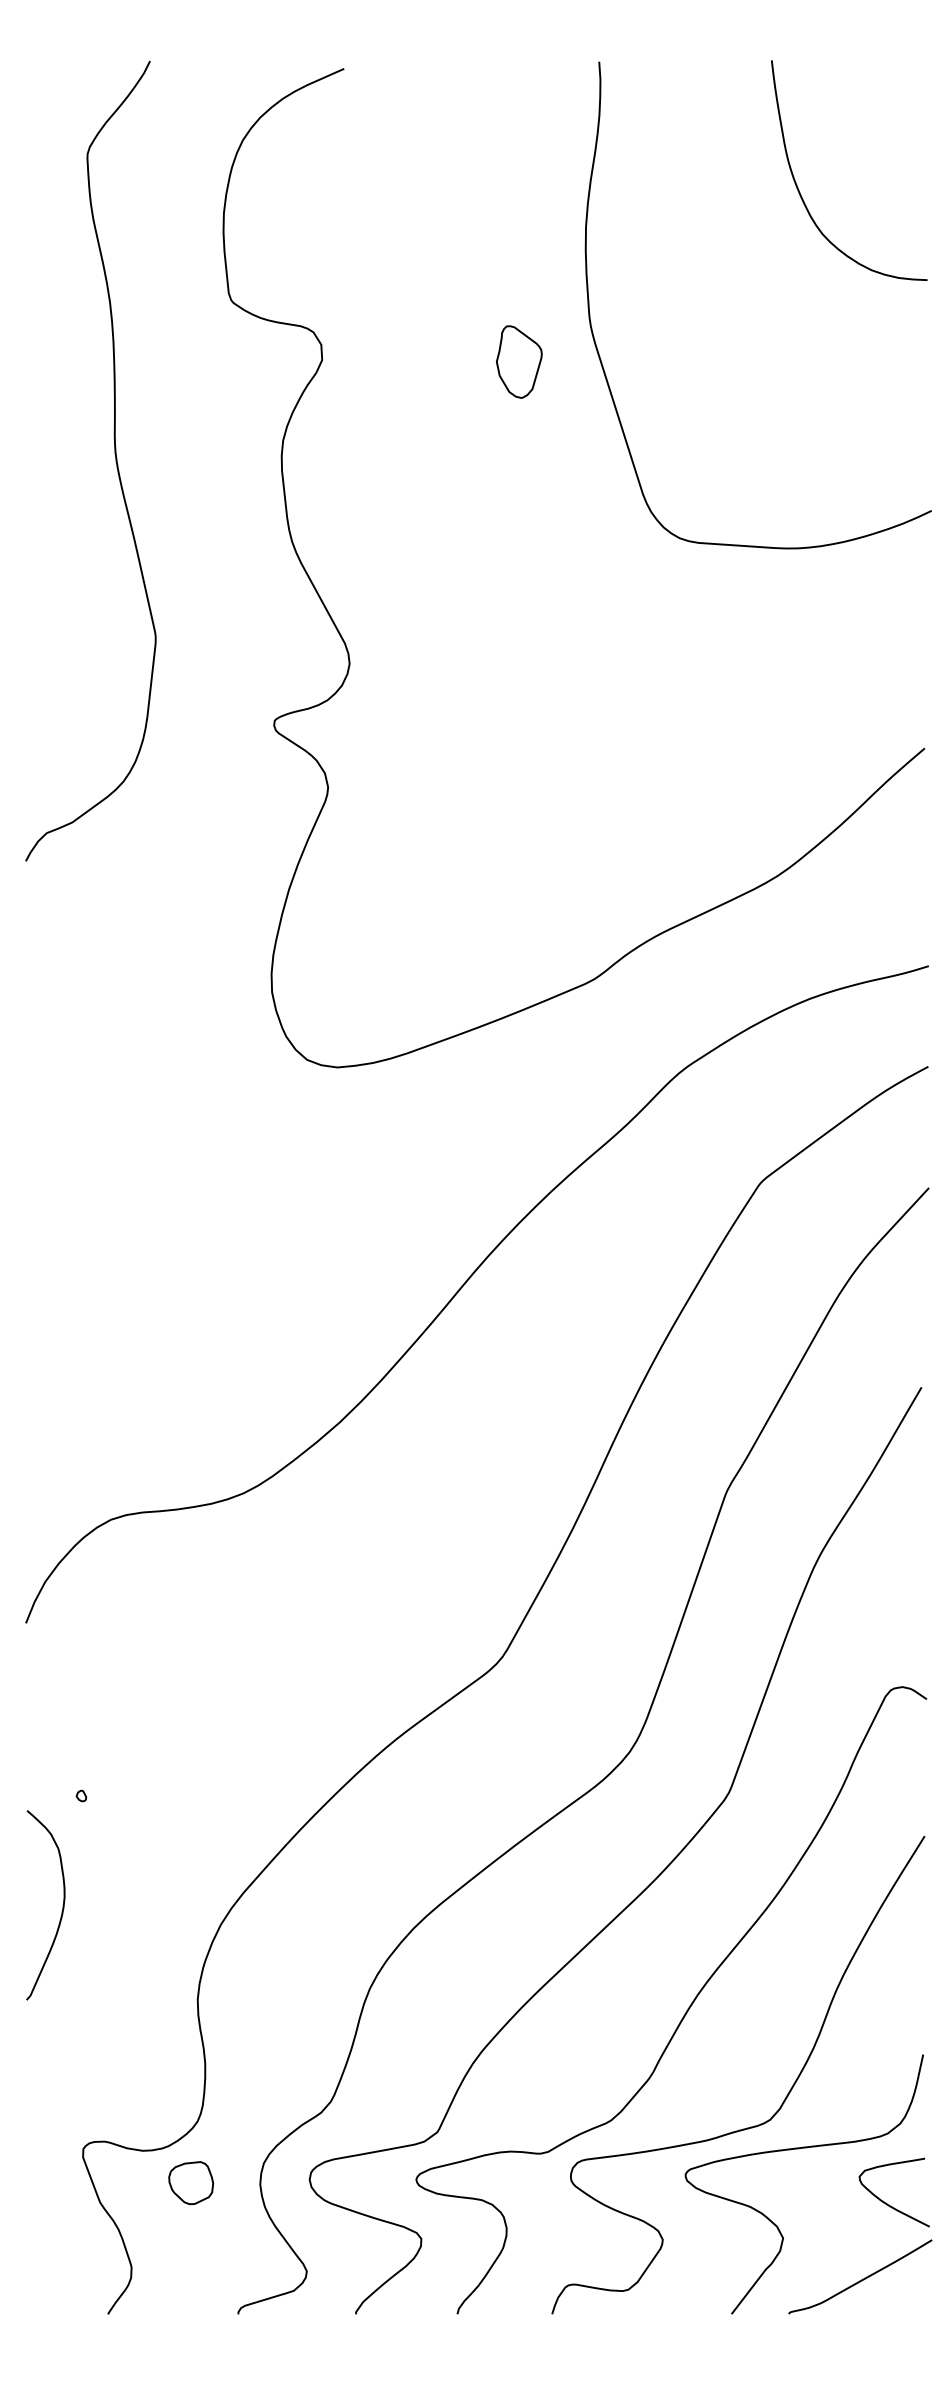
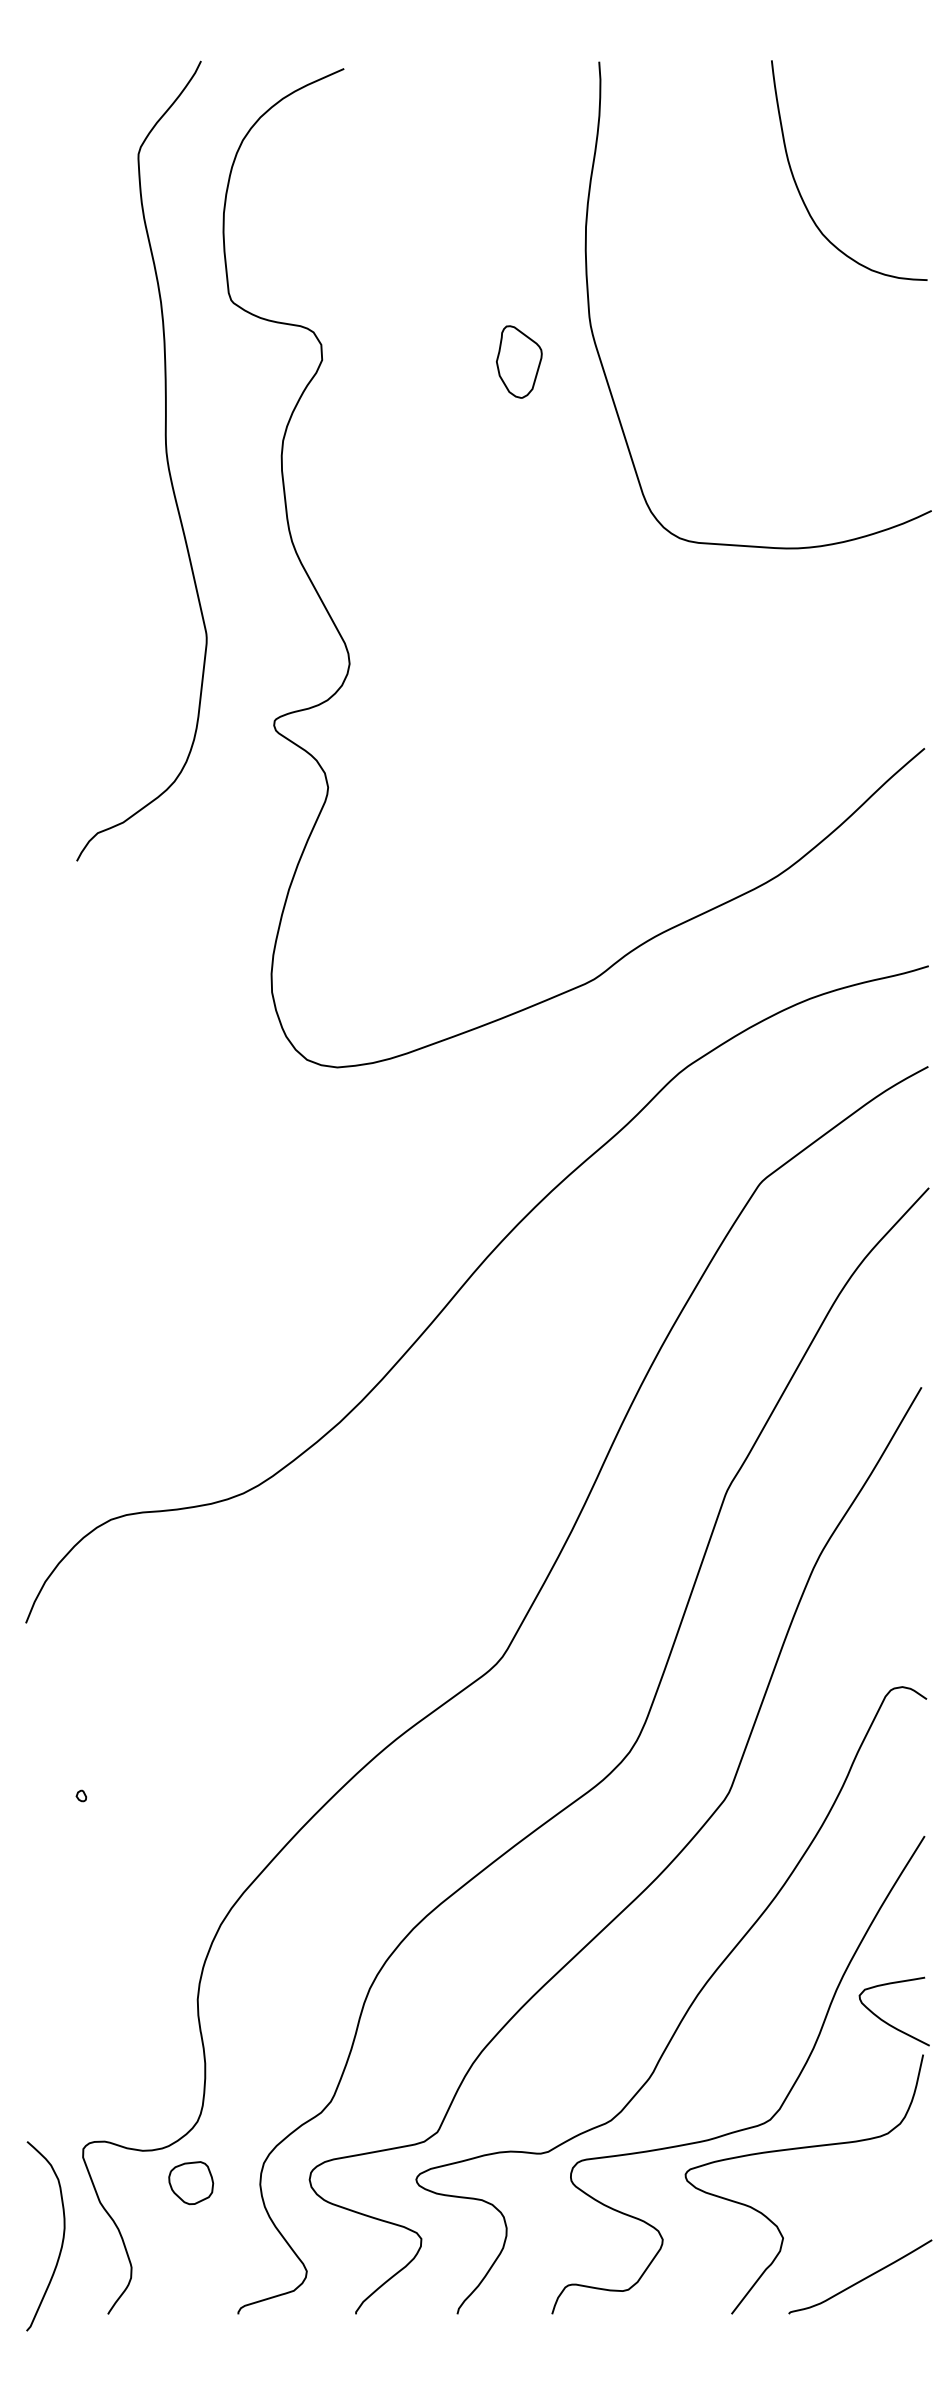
curve at (114, 454) position: (114, 454) -> (165, 454)
curve at (62, 1905) position: (62, 1905) -> (62, 2236)
curve at (886, 2202) position: (886, 2202) -> (886, 2021)
